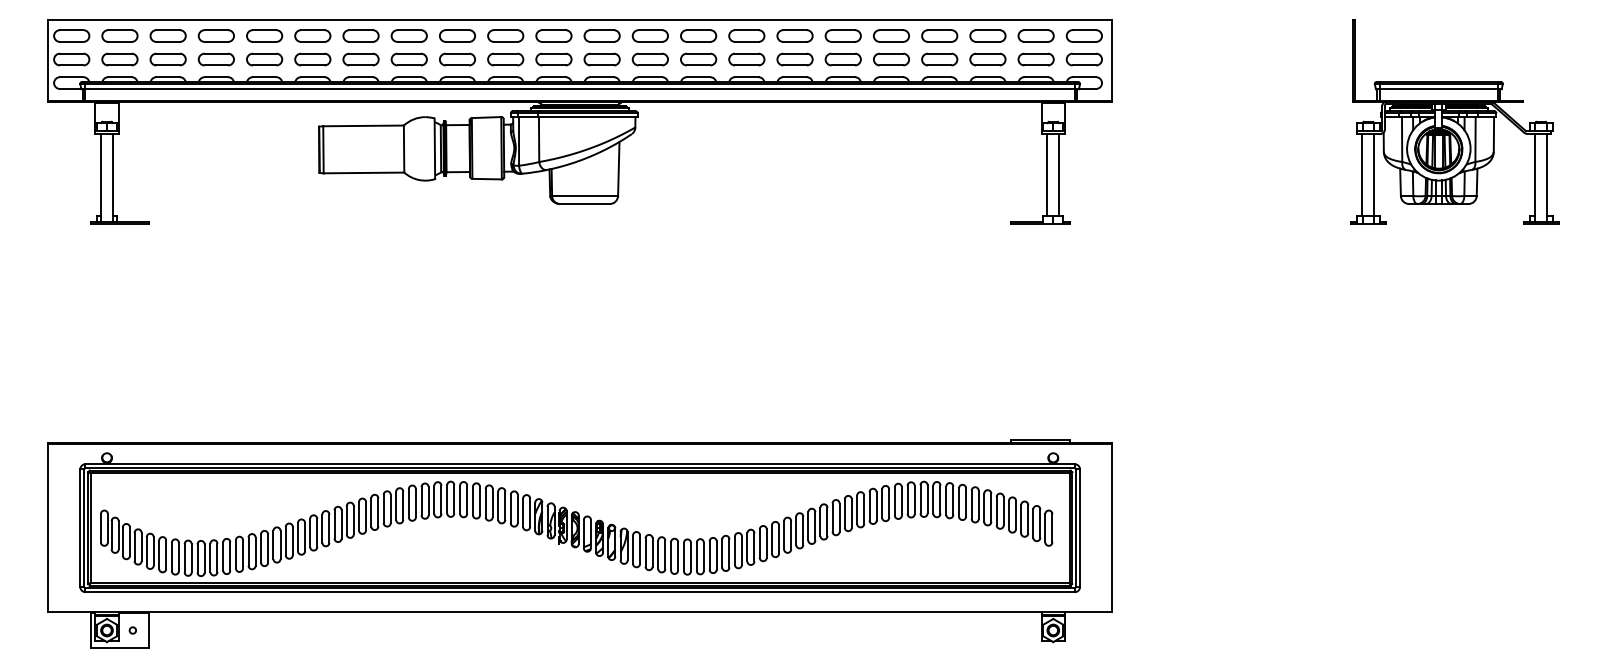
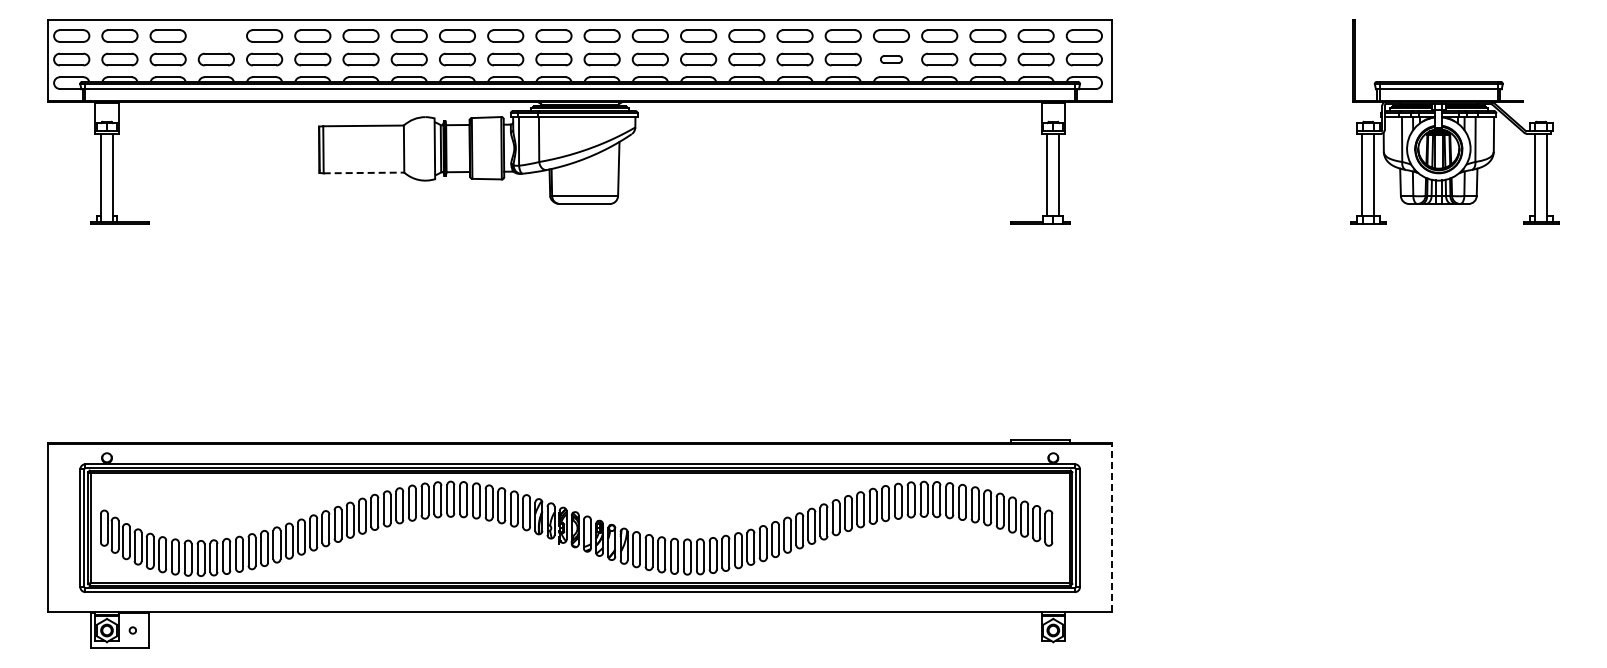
part at (215, 35): present -> none
part at (891, 59) size: 37x15 px -> 23x9 px
line at (364, 172): solid -> dashed
line at (1112, 528): solid -> dashed
